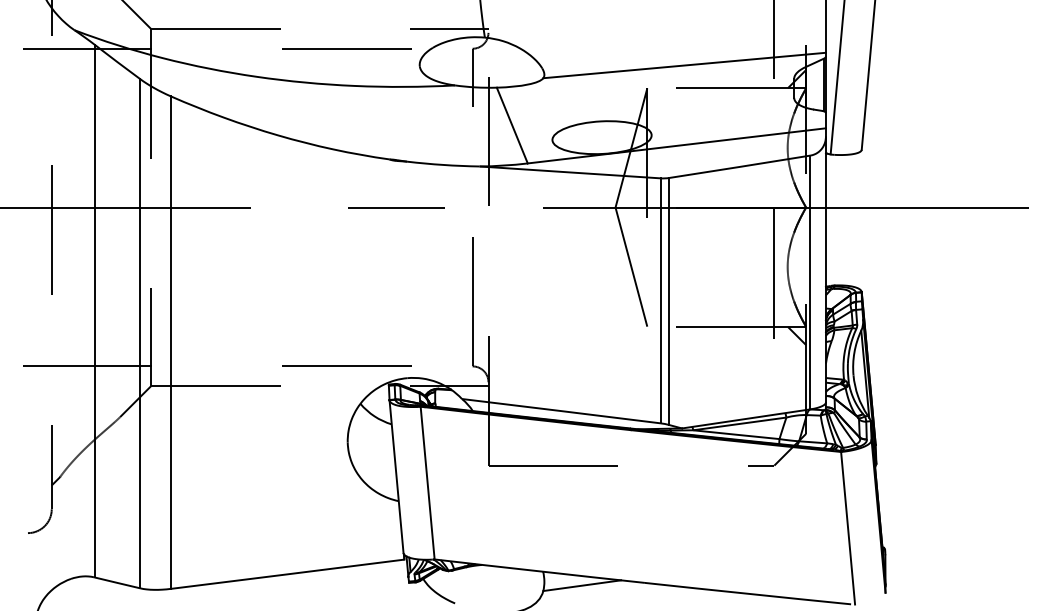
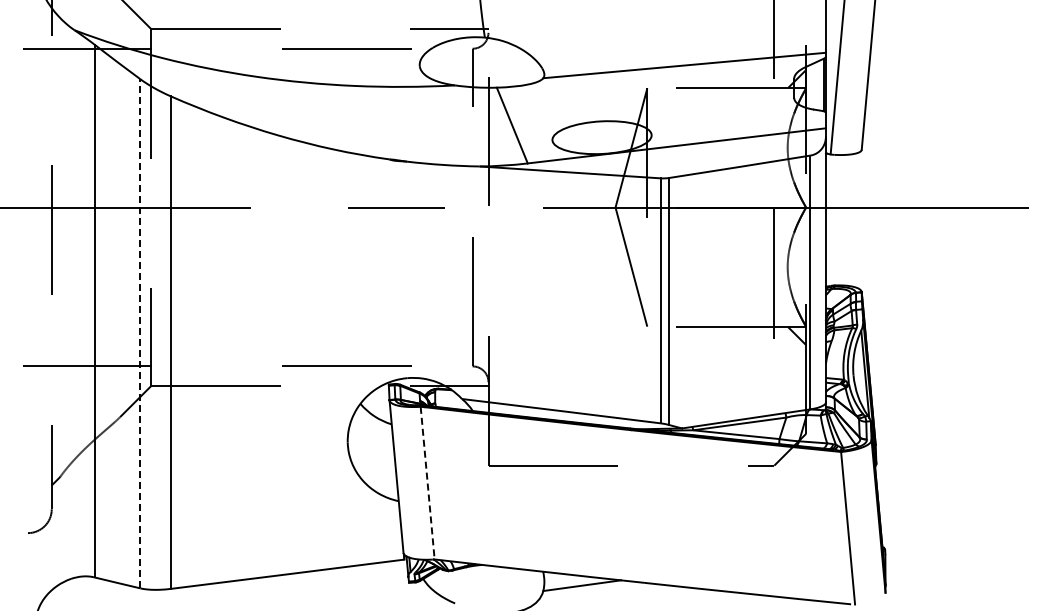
line at (140, 333): solid -> dashed
line at (427, 483): solid -> dashed
